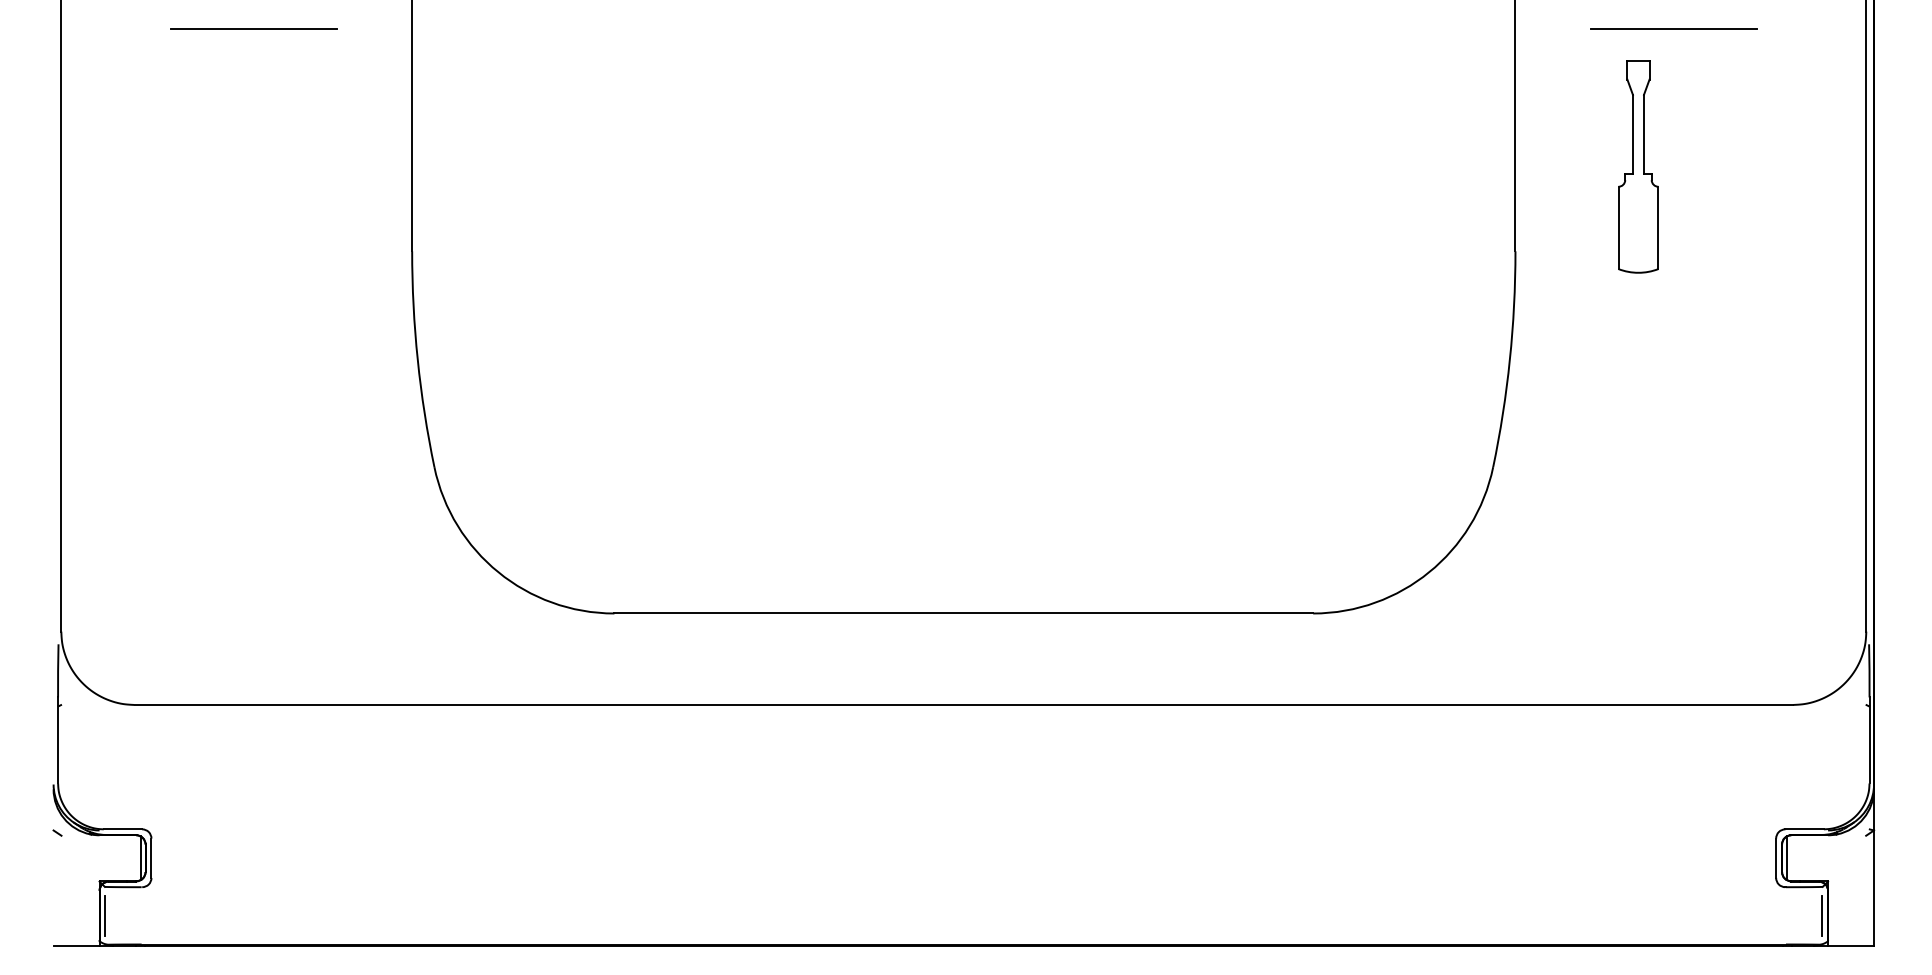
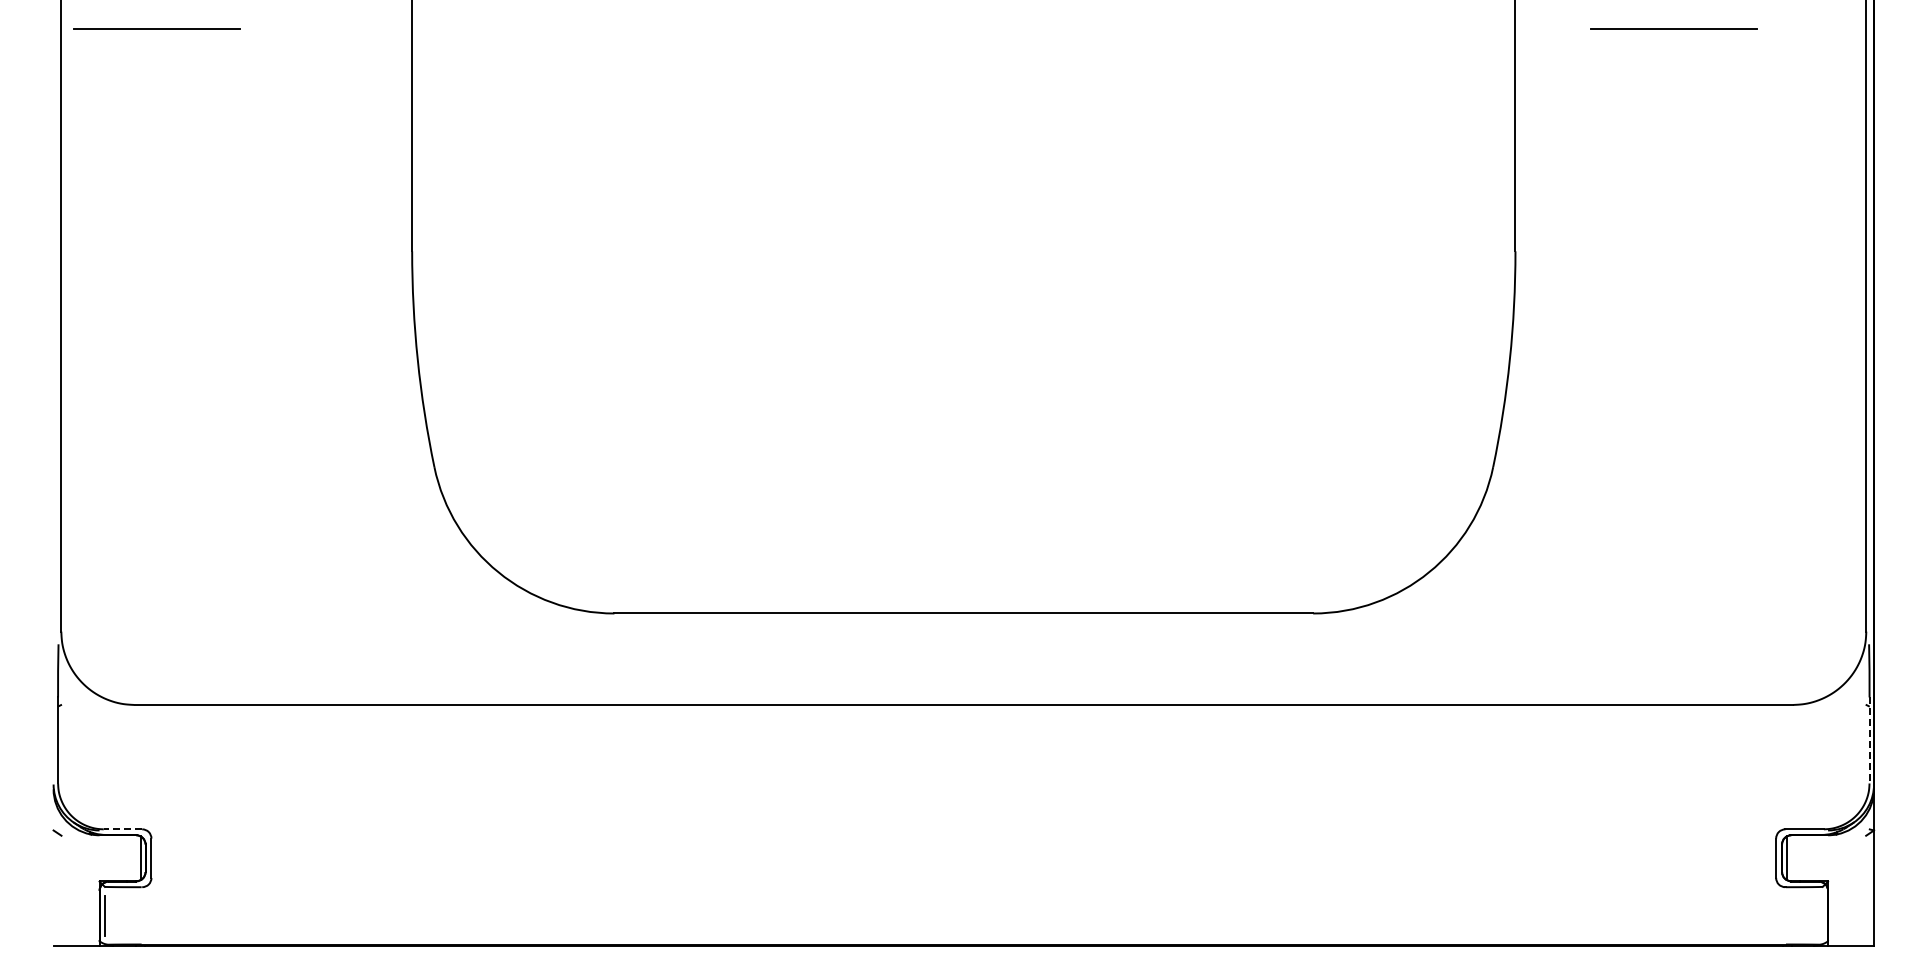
line at (253, 28) position: (253, 28) -> (156, 28)
part at (1638, 166): present -> none
line at (1869, 740): solid -> dashed
line at (122, 829): solid -> dashed
line at (1822, 915): present -> none
